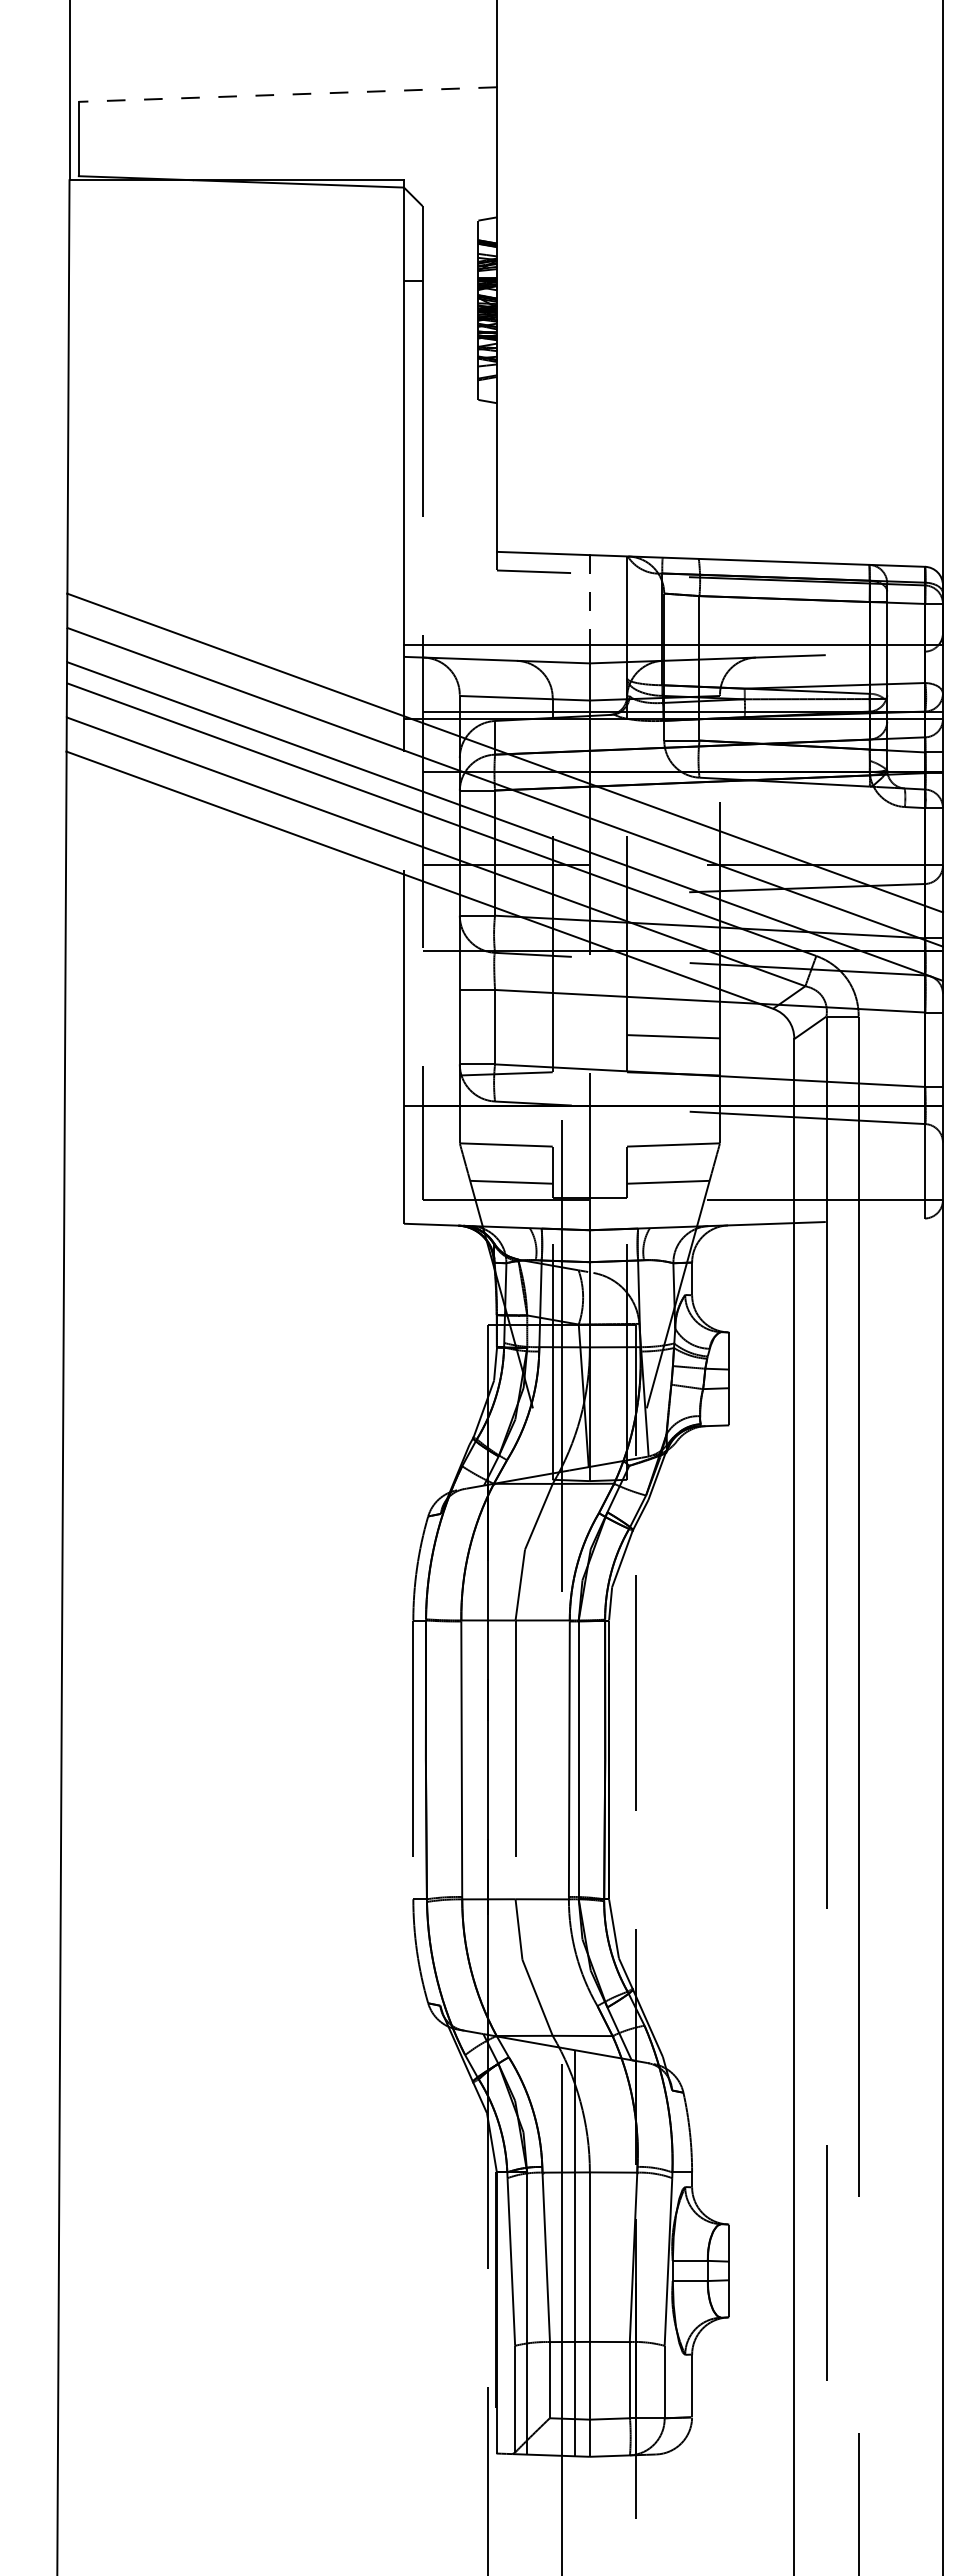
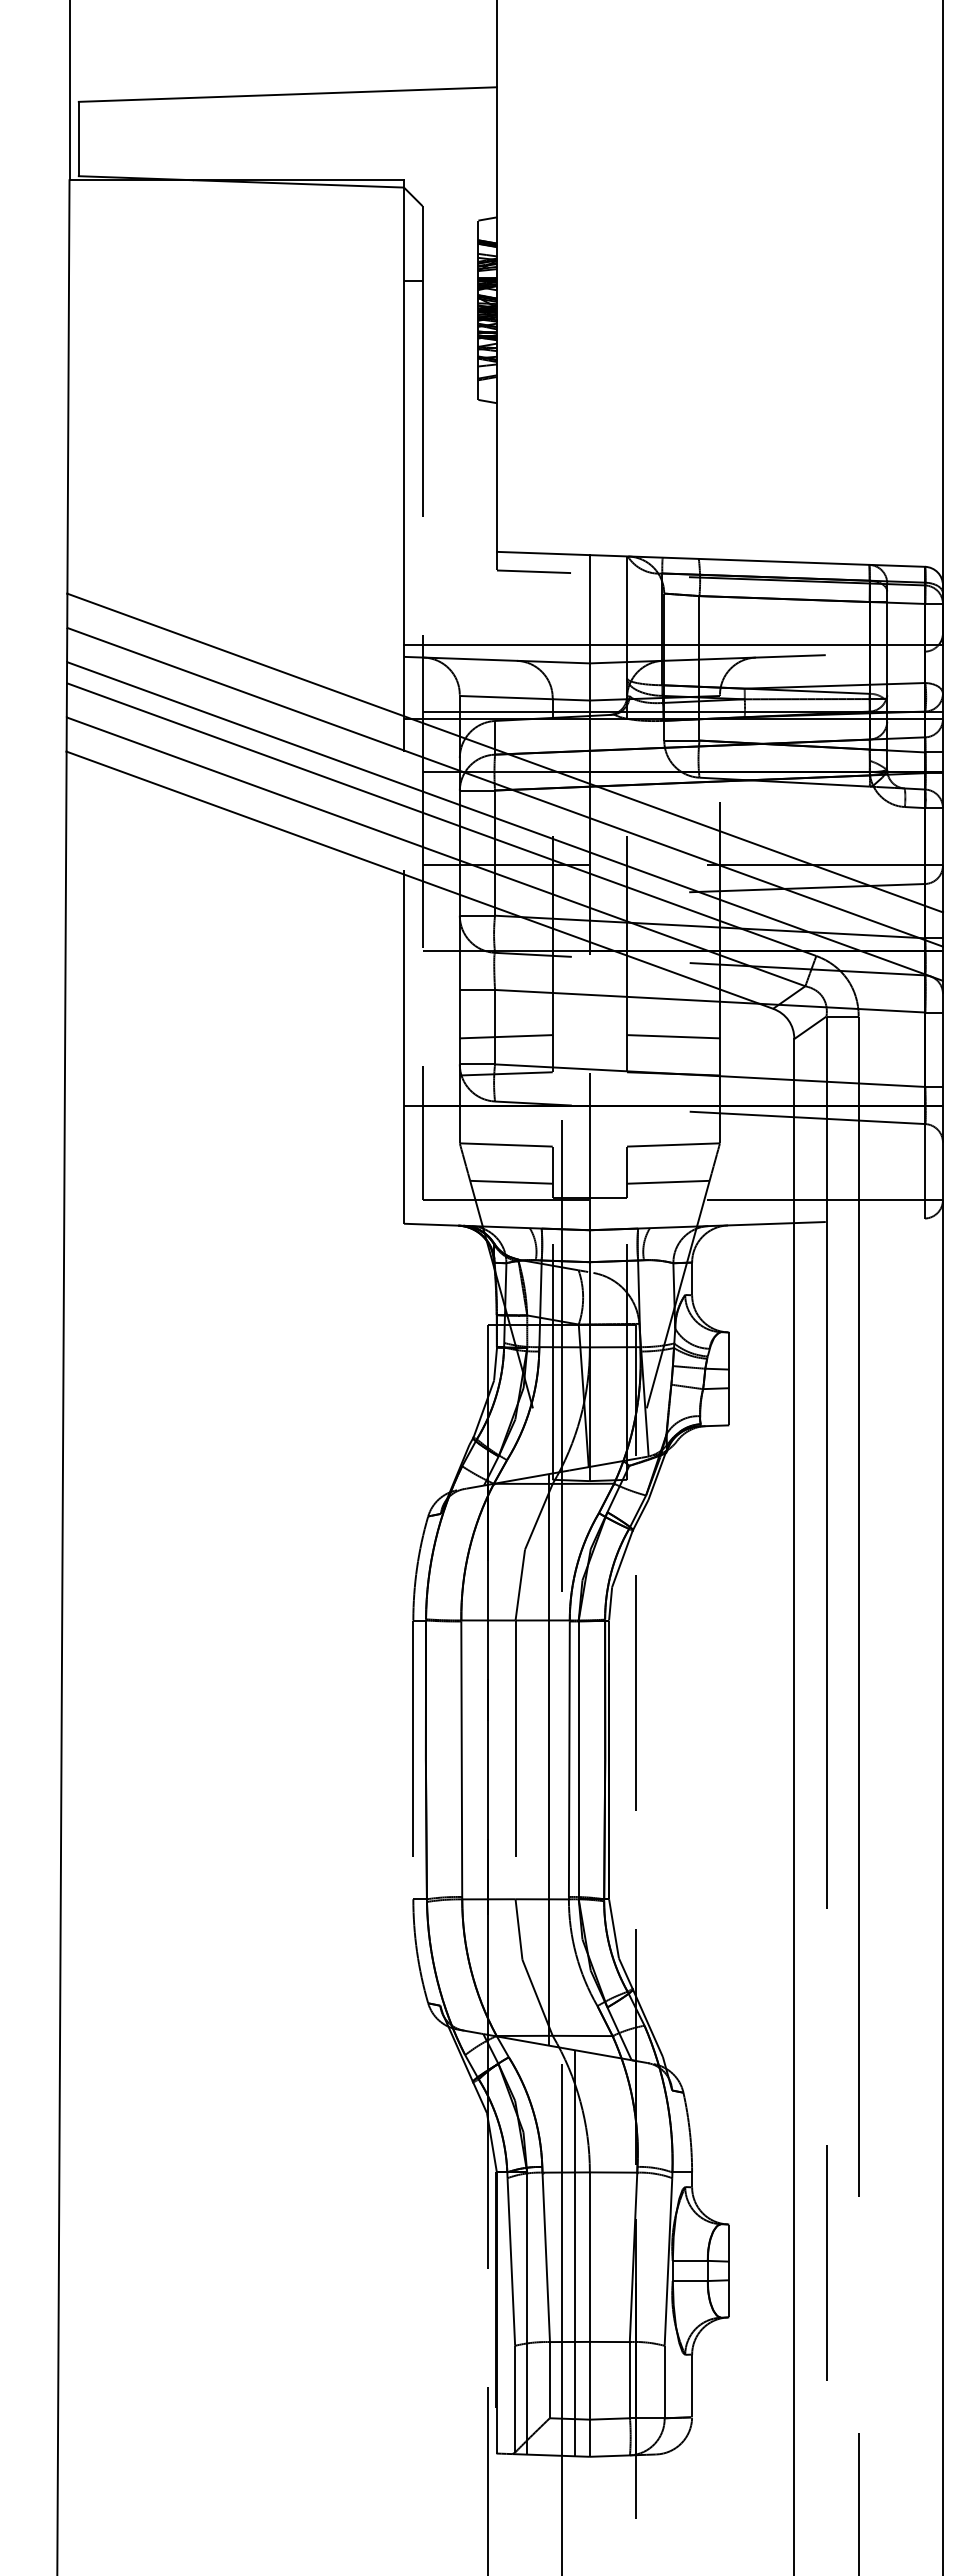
line at (287, 94): dashed -> solid
line at (589, 599): dashed -> solid
line at (505, 1036): none -> present
line at (549, 1759): none -> present
